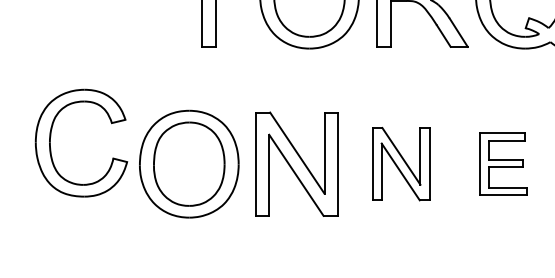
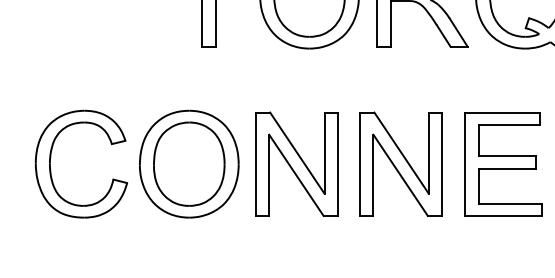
part at (51, 136) position: (51, 136) -> (51, 157)
part at (503, 163) size: 49x64 px -> 79x105 px
part at (401, 164) size: 59x75 px -> 84x106 px
